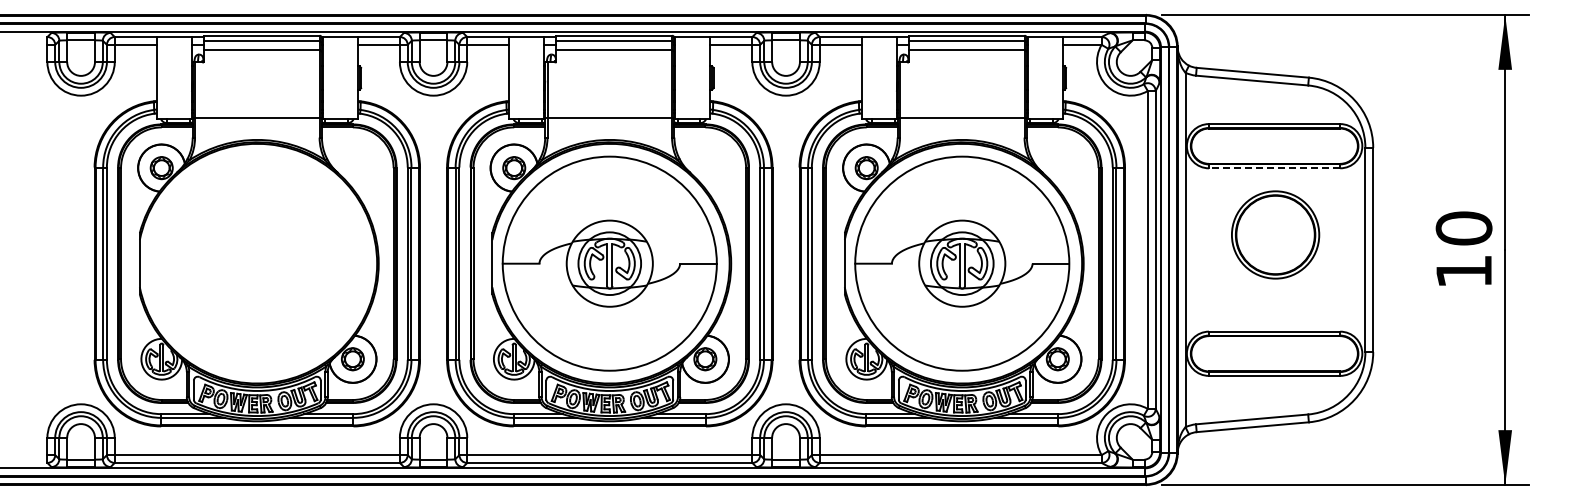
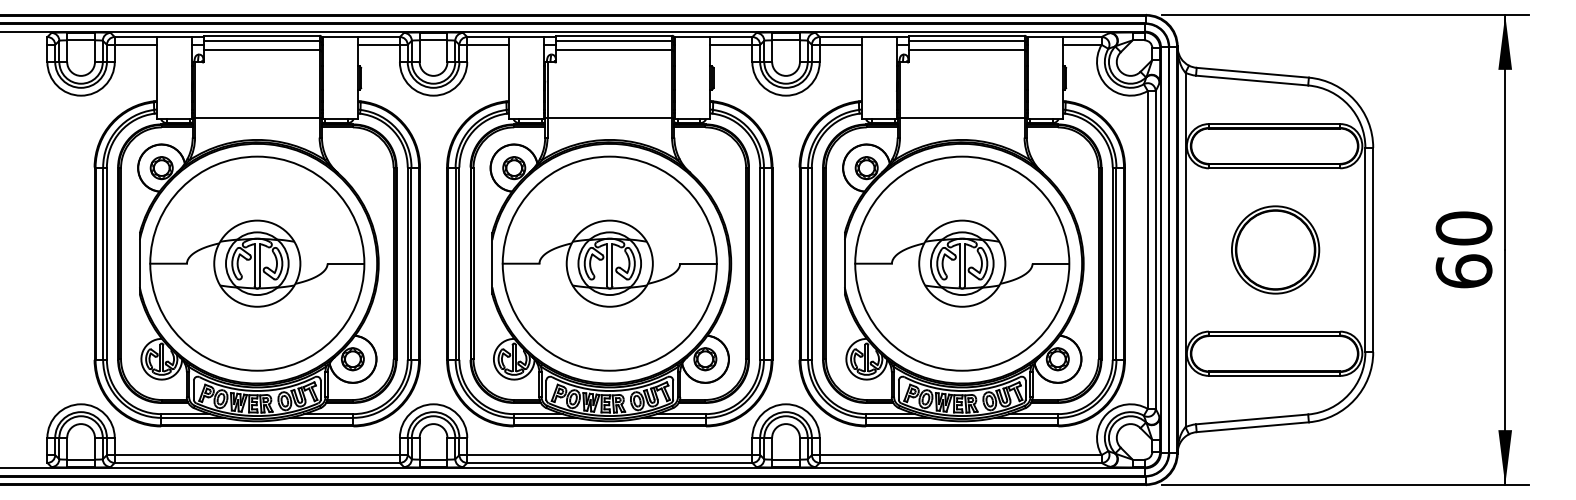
line at (1274, 168): dashed -> solid
part at (1275, 234) position: (1275, 234) -> (1275, 249)
part at (257, 263): none -> present
text at (1463, 271): 10 -> 60
